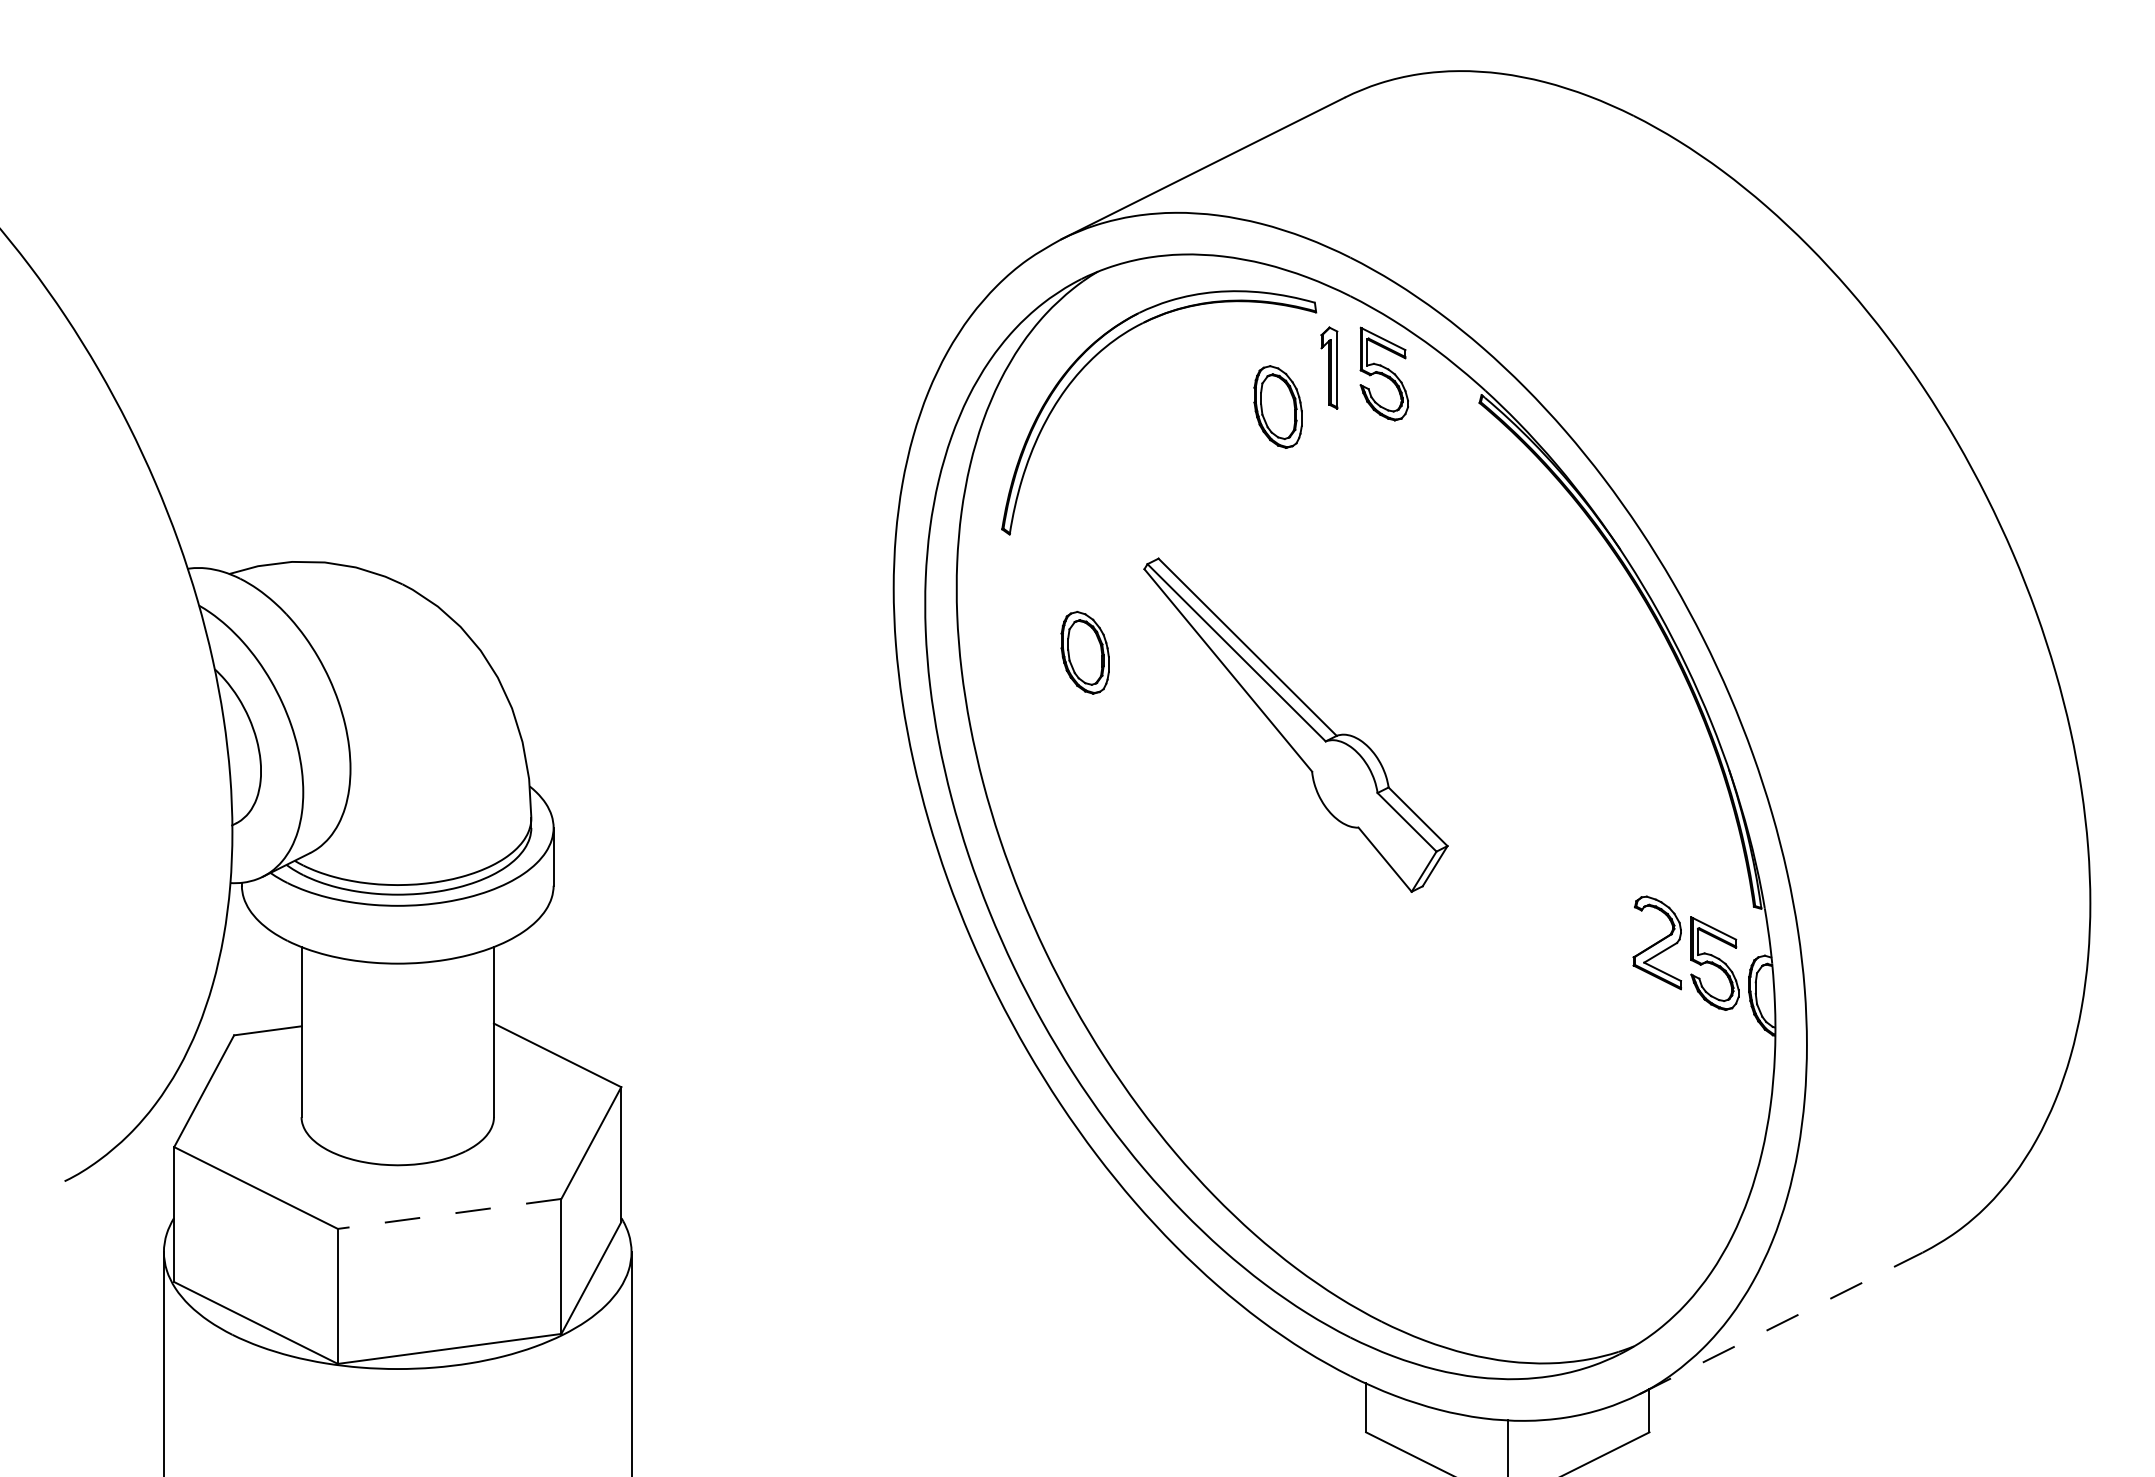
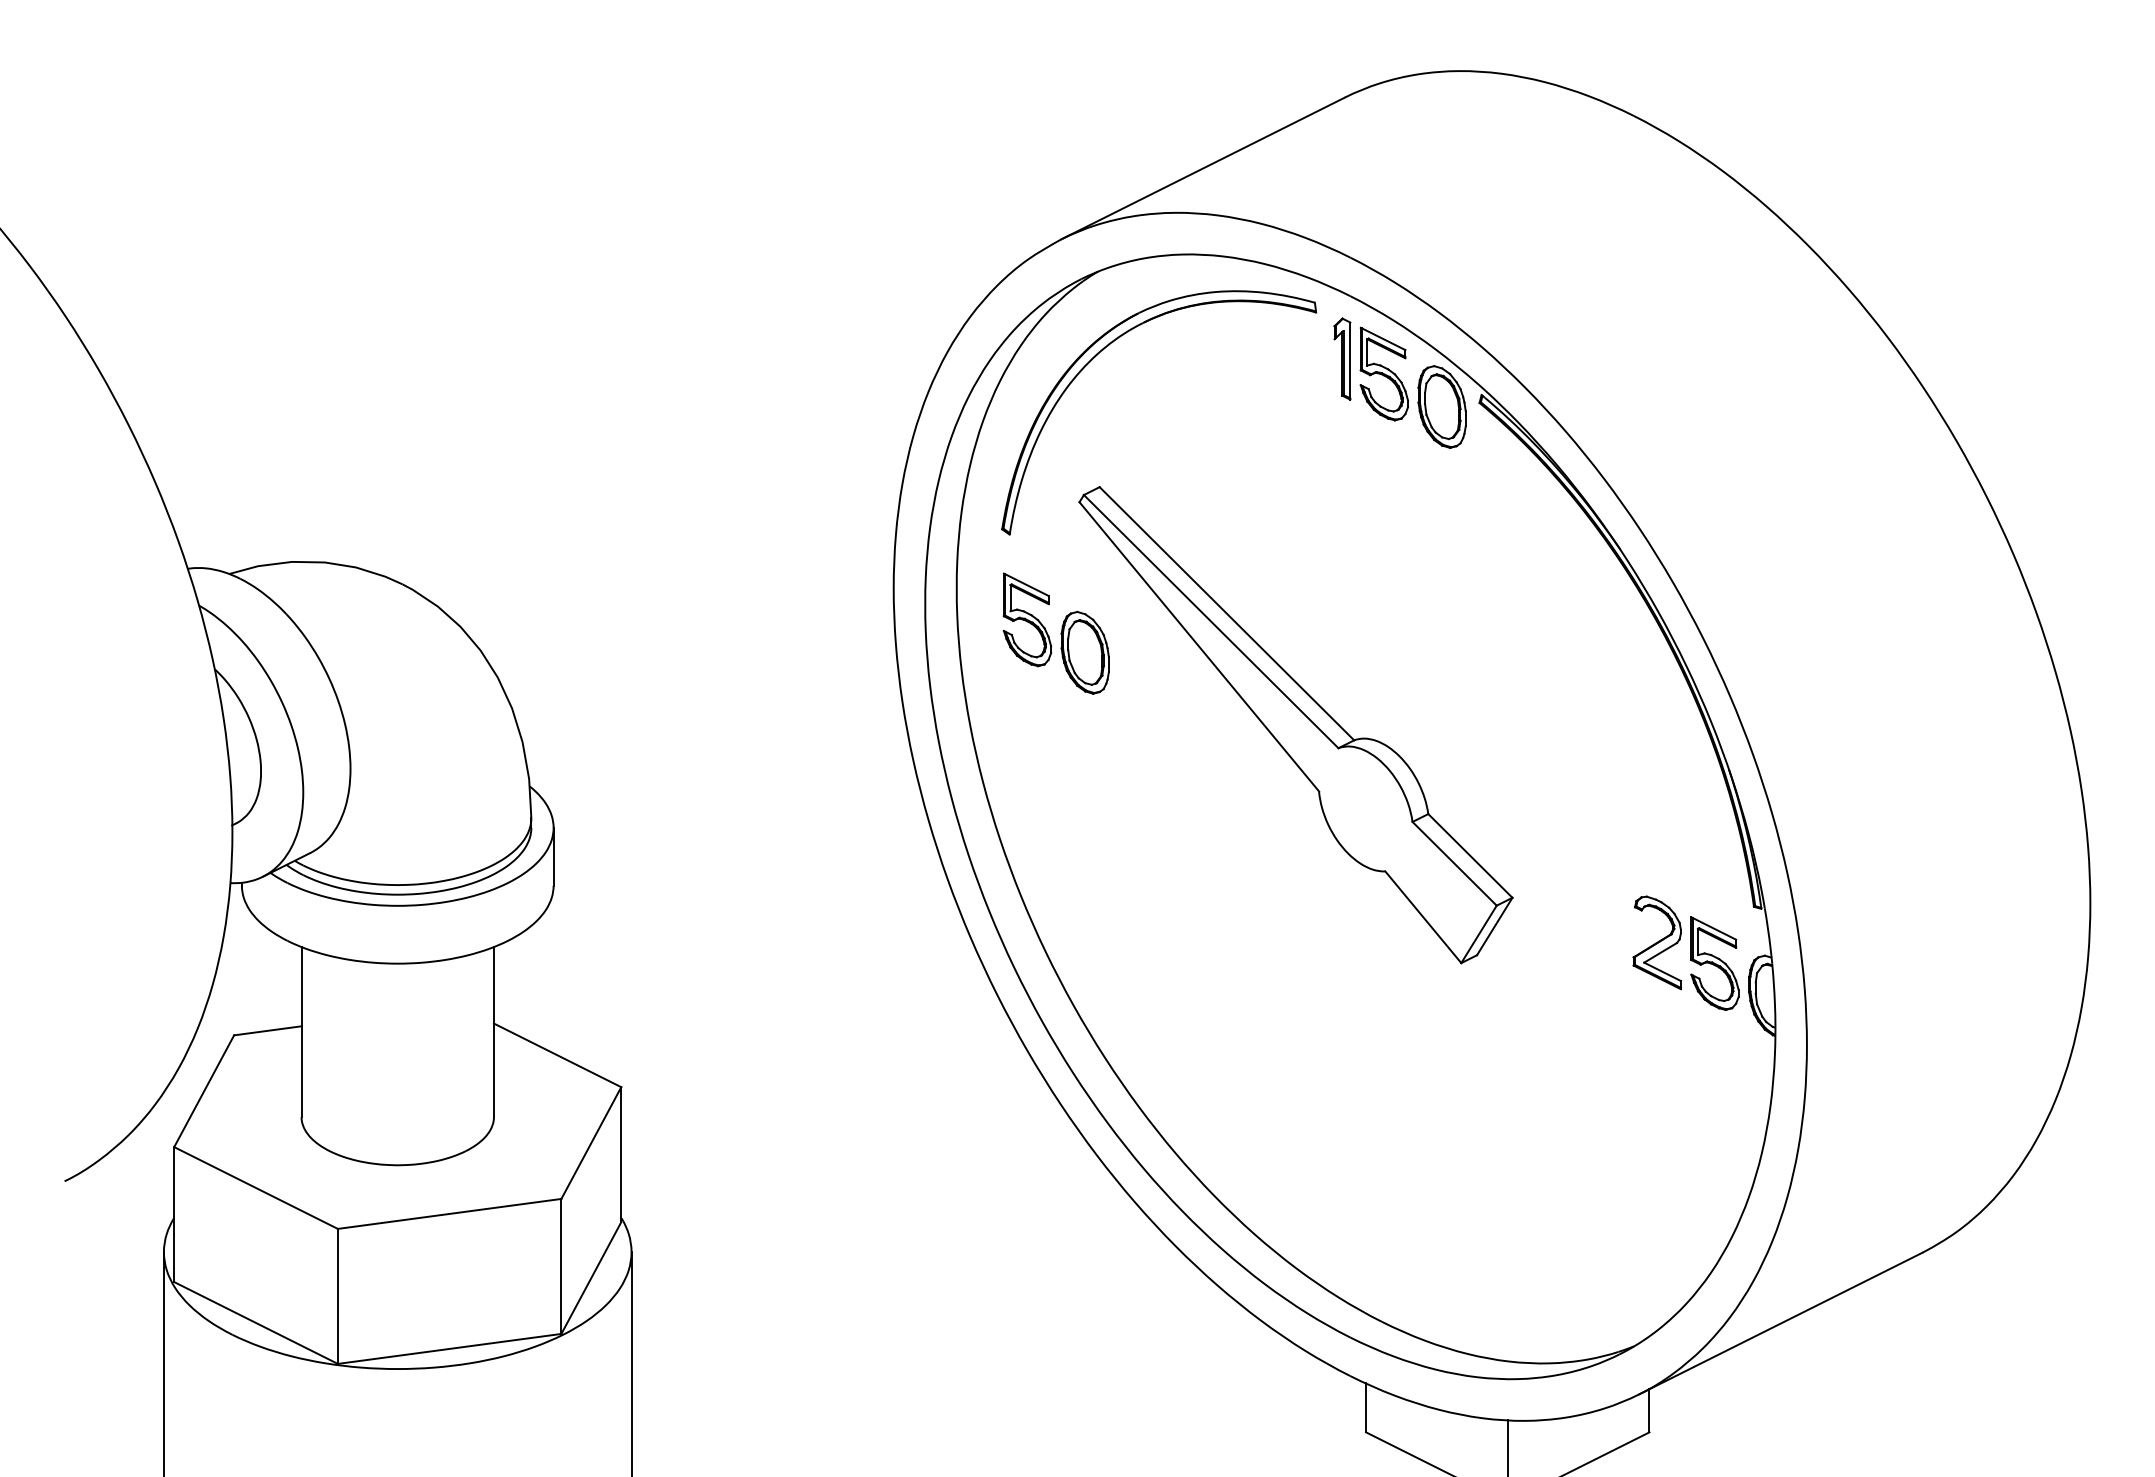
part at (1329, 367) position: (1329, 367) -> (1342, 358)
part at (1277, 406) position: (1277, 406) -> (1441, 406)
part at (1027, 619): none -> present
part at (1295, 724) size: 306x336 px -> 436x479 px
line at (449, 1213): dashed -> solid
line at (1781, 1323): dashed -> solid
